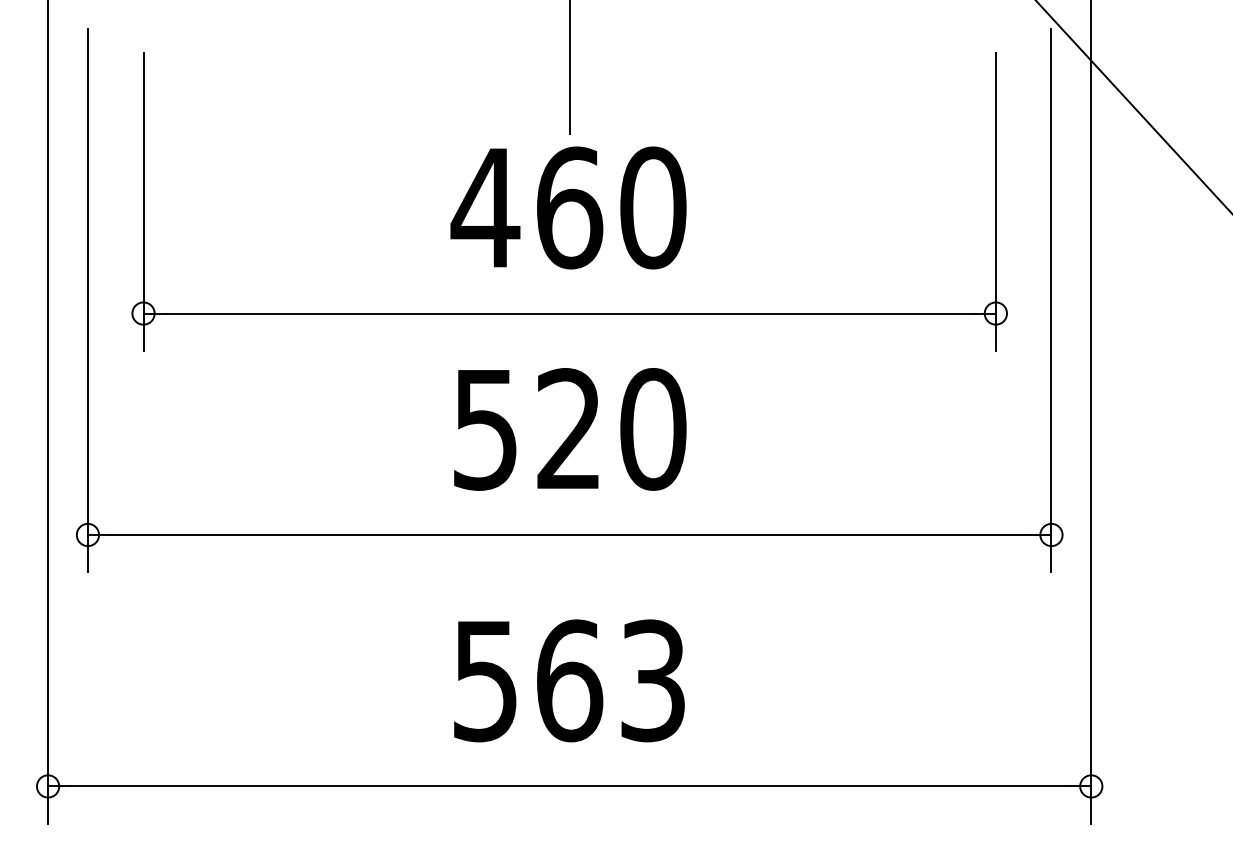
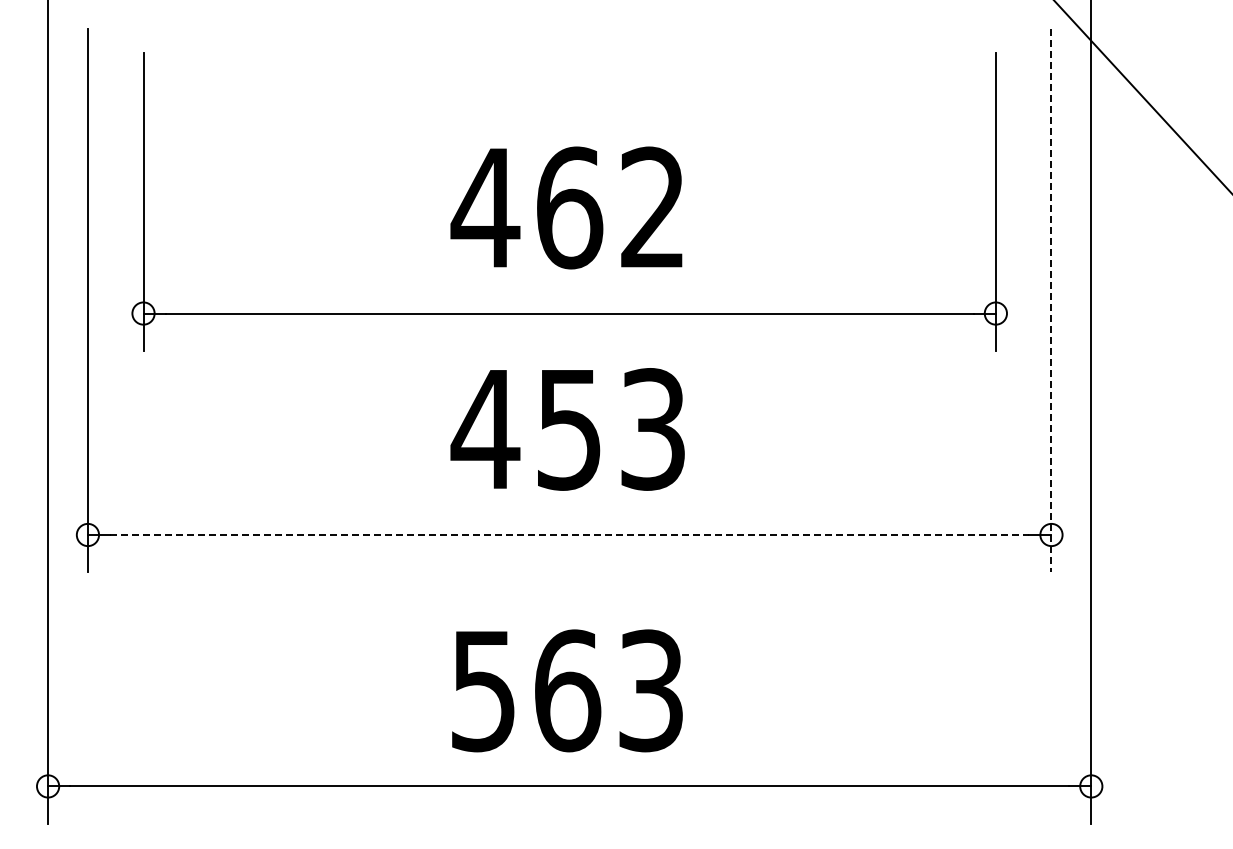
line at (569, 68): present -> none
line at (1133, 106) position: (1133, 106) -> (1142, 96)
text at (653, 207): 460 -> 462
line at (1051, 301): solid -> dashed
text at (568, 429): 520 -> 453
line at (569, 535): solid -> dashed
text at (569, 680) position: (569, 680) -> (567, 690)
